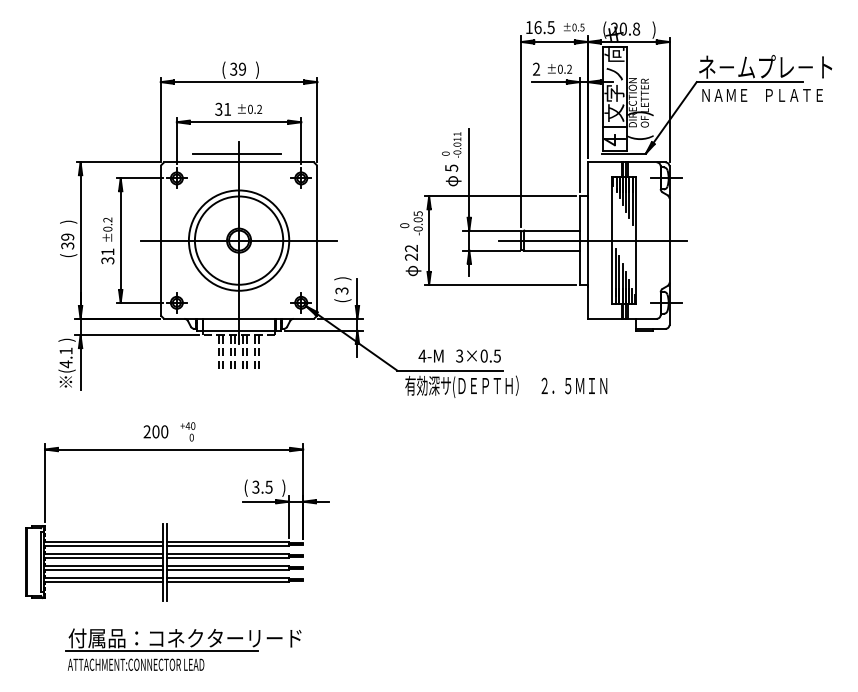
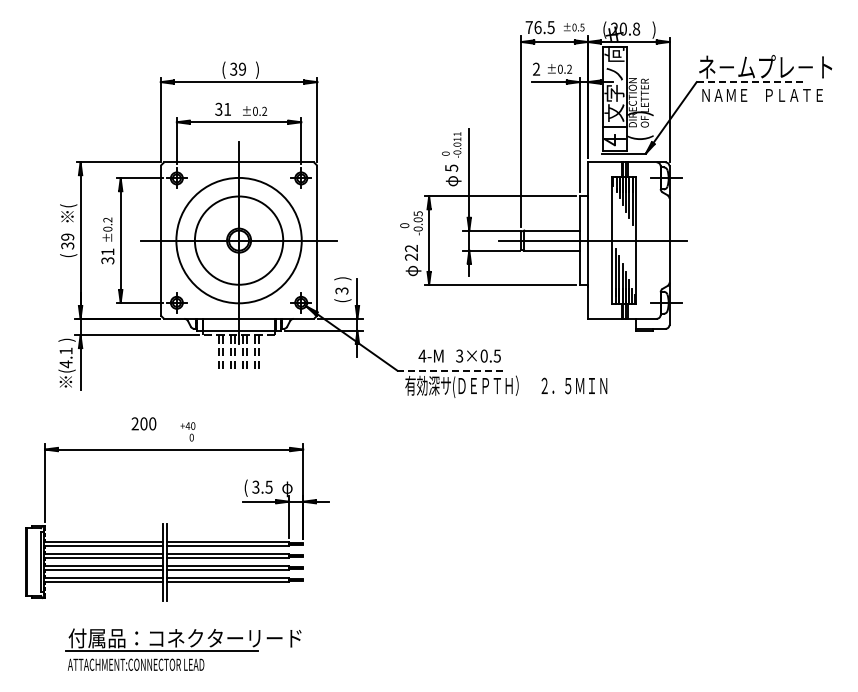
text at (528, 27): 16.5 -> 76.5
line at (749, 82): solid -> dashed
text at (250, 108) position: (250, 108) -> (255, 110)
line at (236, 153): present -> none
text at (68, 213): ) -> ※(
circle at (238, 240) diameter: 100 px -> 125 px
line at (450, 370): solid -> dashed
text at (155, 431) position: (155, 431) -> (143, 423)
text at (287, 488): ) -> φ
